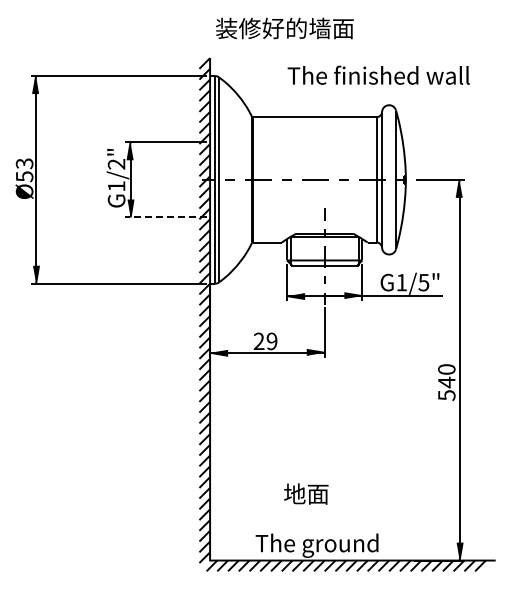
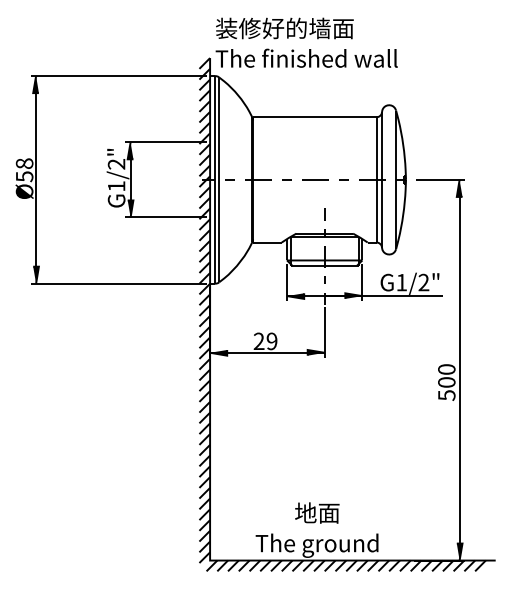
text at (378, 74) position: (378, 74) -> (306, 57)
text at (24, 163): Ø53 -> Ø58
line at (165, 217): dashed -> solid
text at (423, 282): G1/5" -> G1/2"
text at (446, 382): 540 -> 500
text at (306, 493) position: (306, 493) -> (317, 512)
